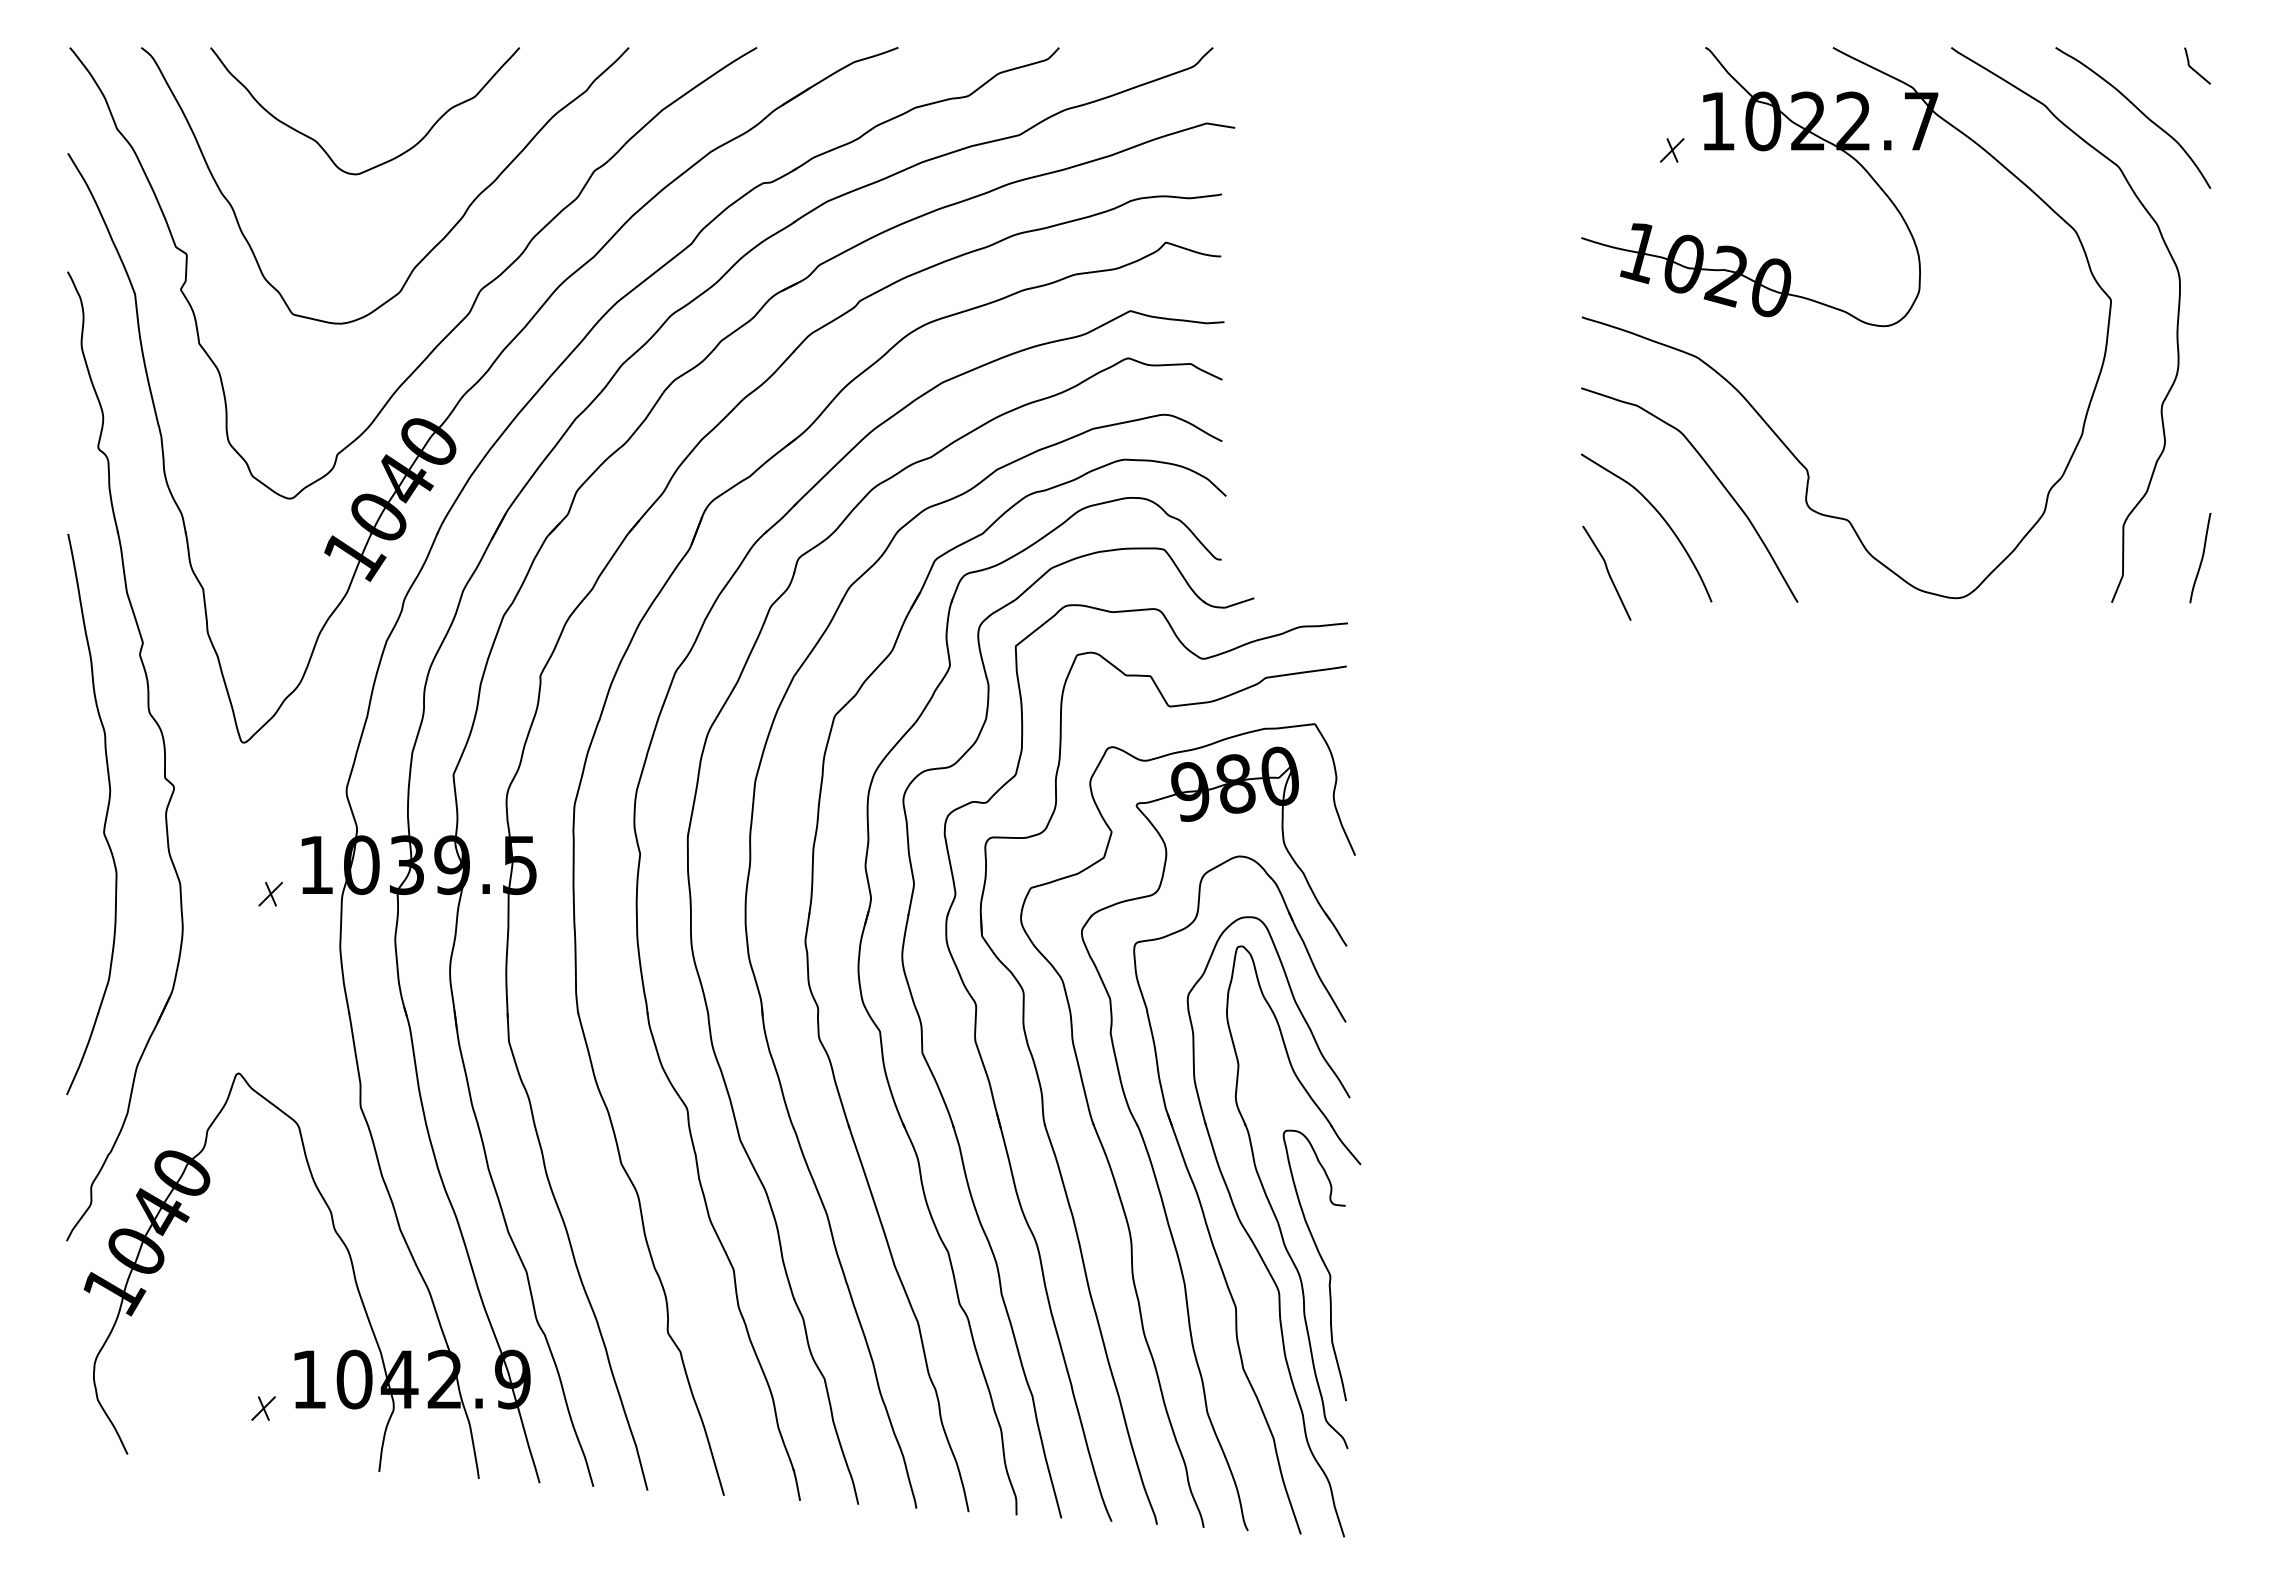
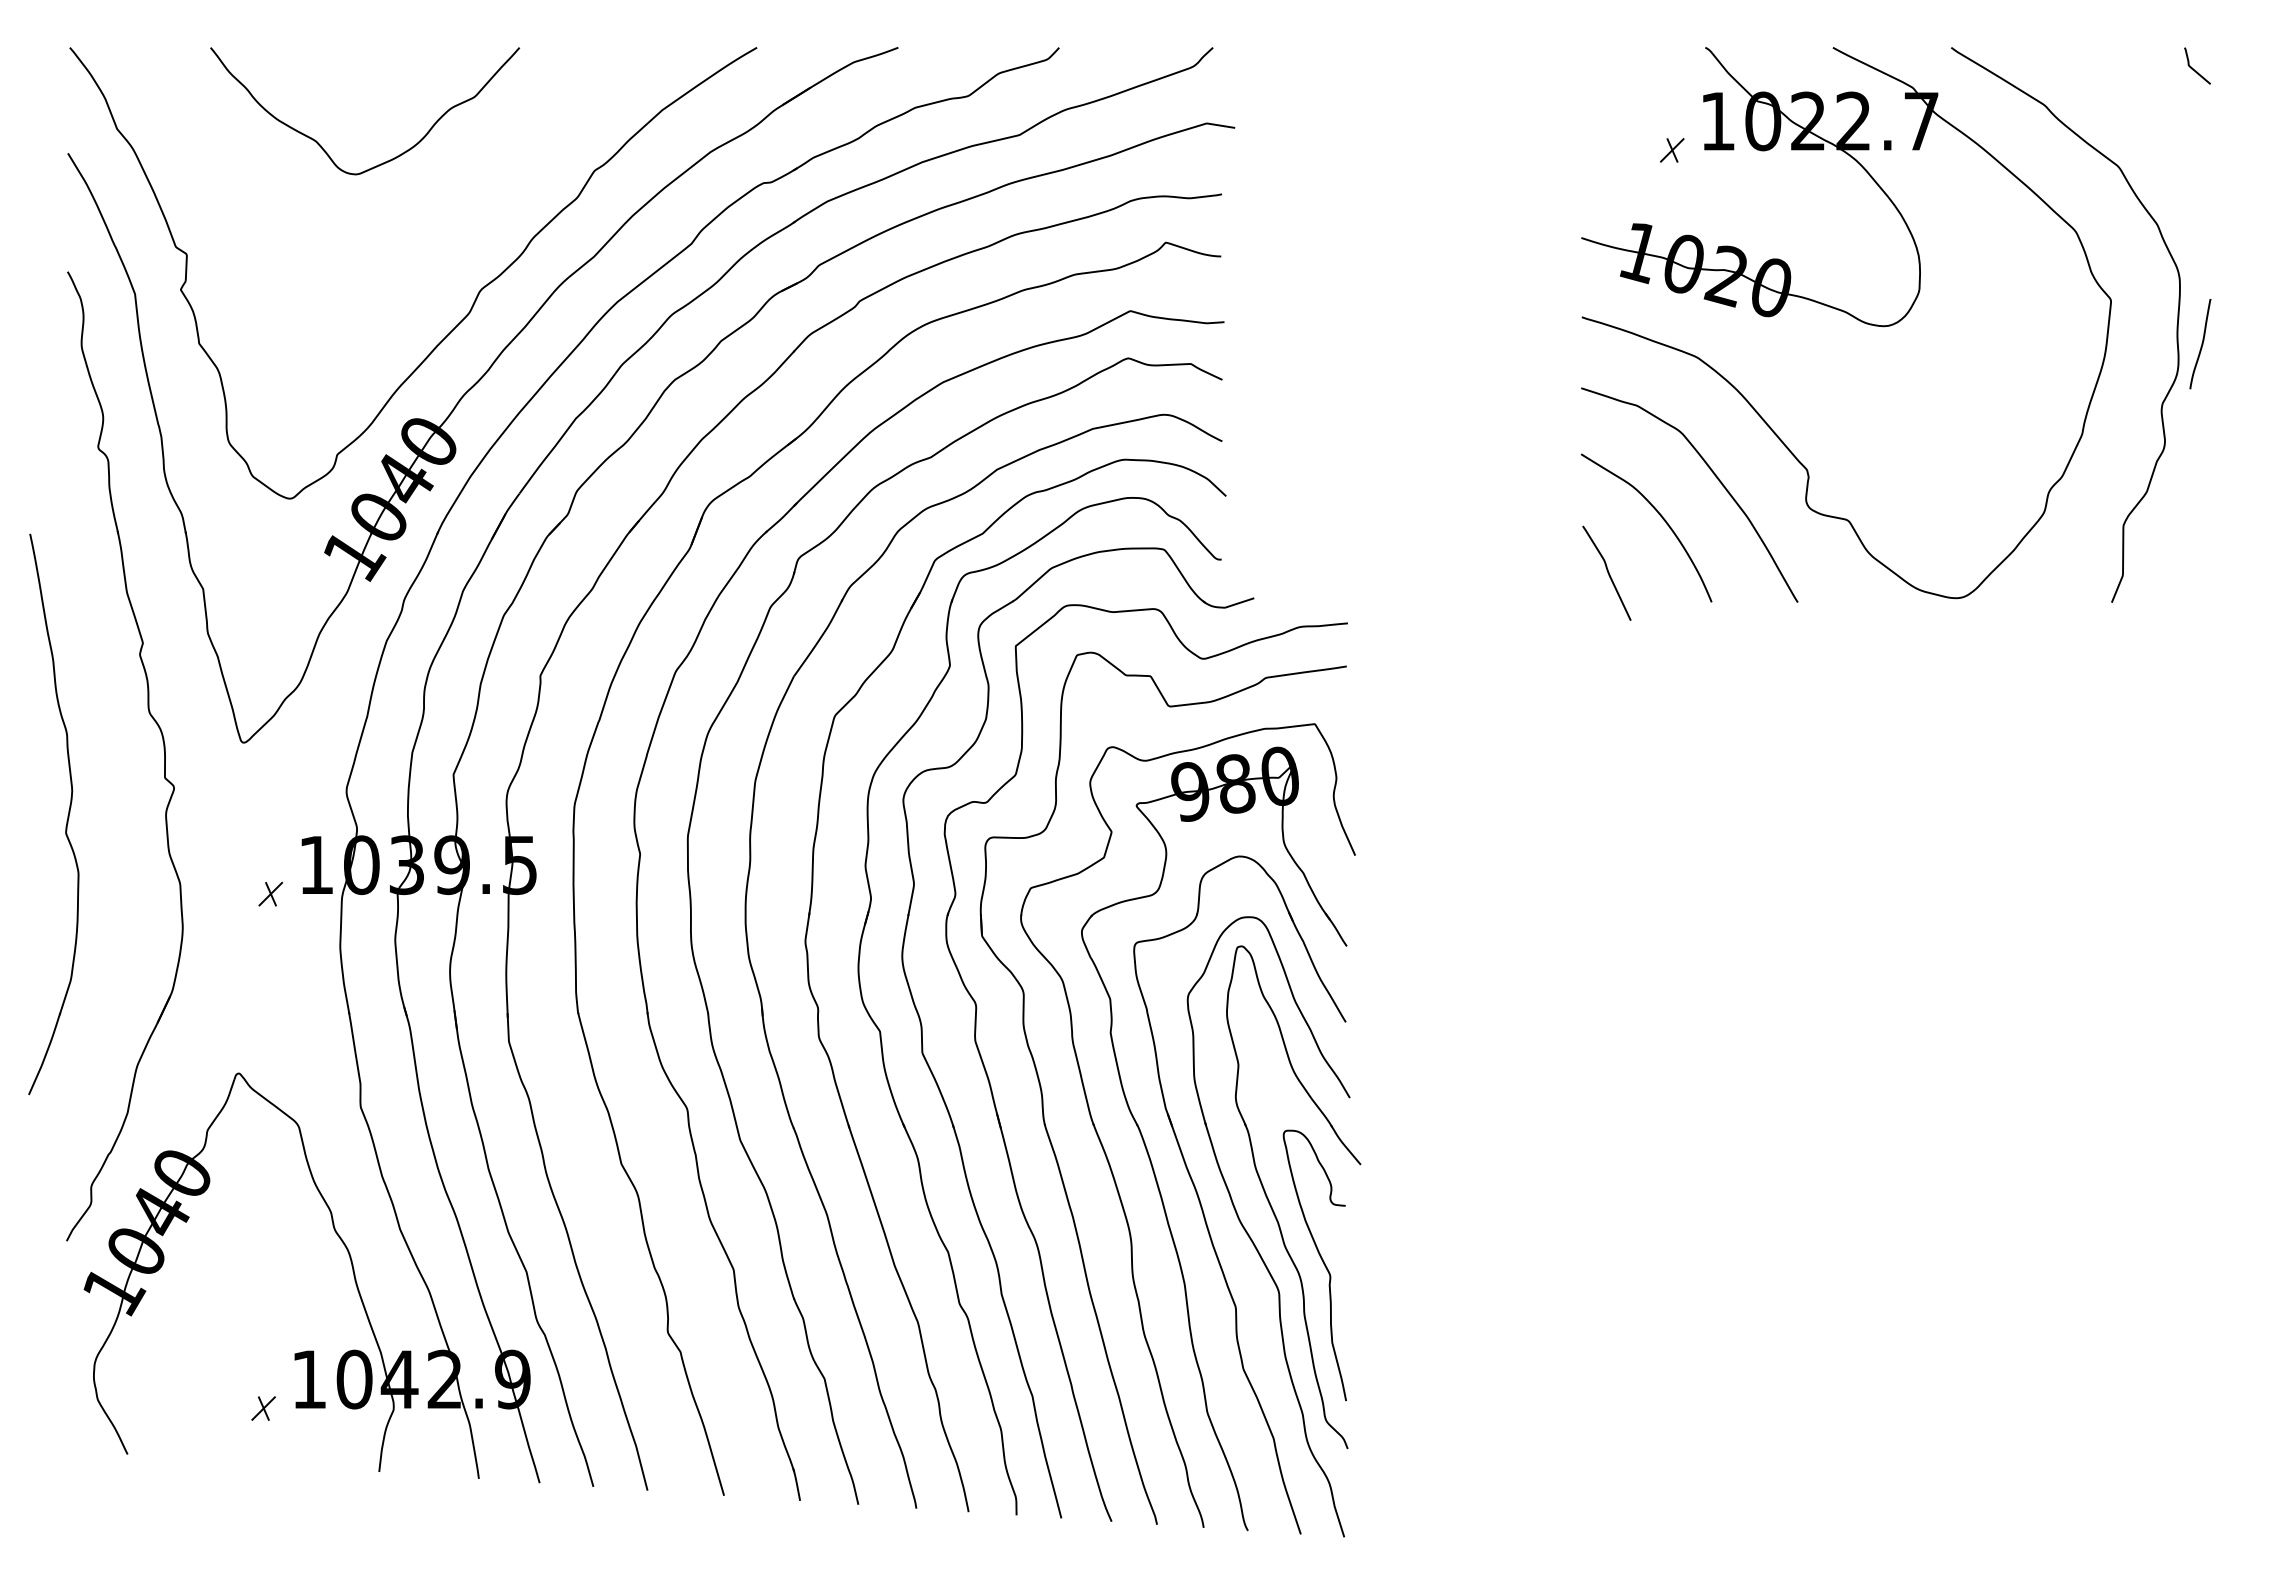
curve at (2139, 111): present -> none
curve at (446, 233): present -> none
curve at (2201, 558) position: (2201, 558) -> (2201, 344)
part at (105, 815) position: (105, 815) -> (67, 815)
